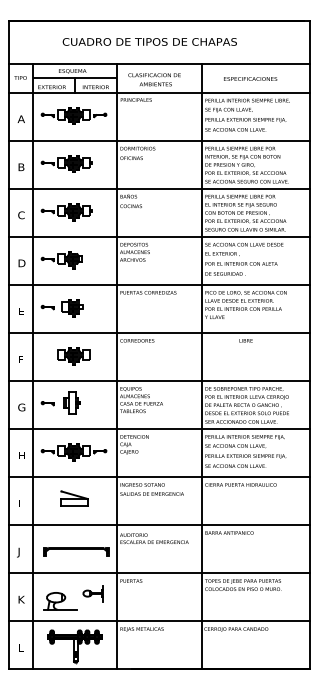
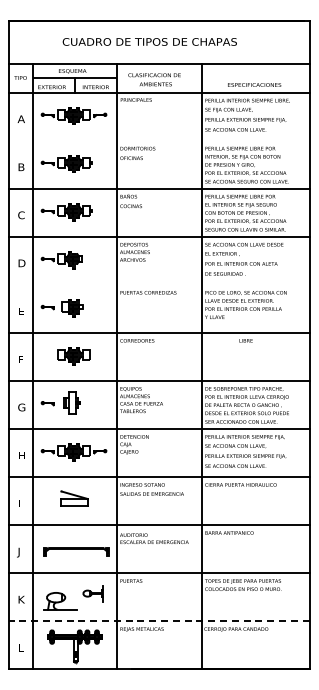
text at (250, 78) position: (250, 78) -> (254, 84)
line at (159, 140): present -> none
line at (159, 284): present -> none
line at (159, 621): solid -> dashed
